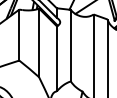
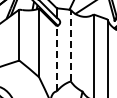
line at (70, 45): solid -> dashed
line at (56, 58): solid -> dashed
